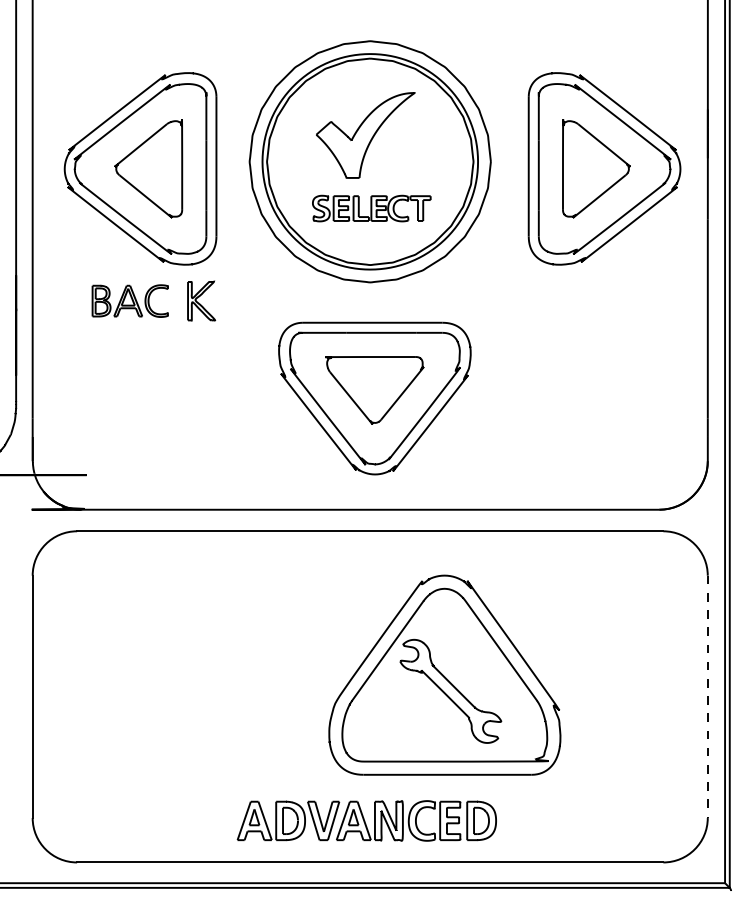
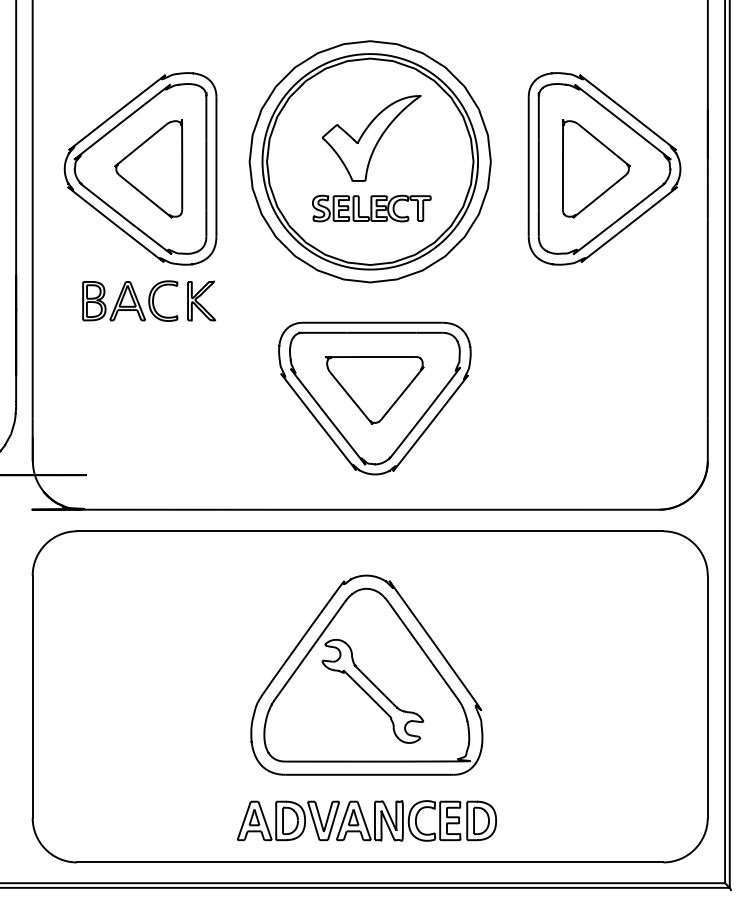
part at (365, 135) position: (365, 135) -> (371, 138)
part at (129, 300) size: 78x34 px -> 97x42 px
part at (444, 674) position: (444, 674) -> (366, 674)
line at (707, 697): dashed -> solid
